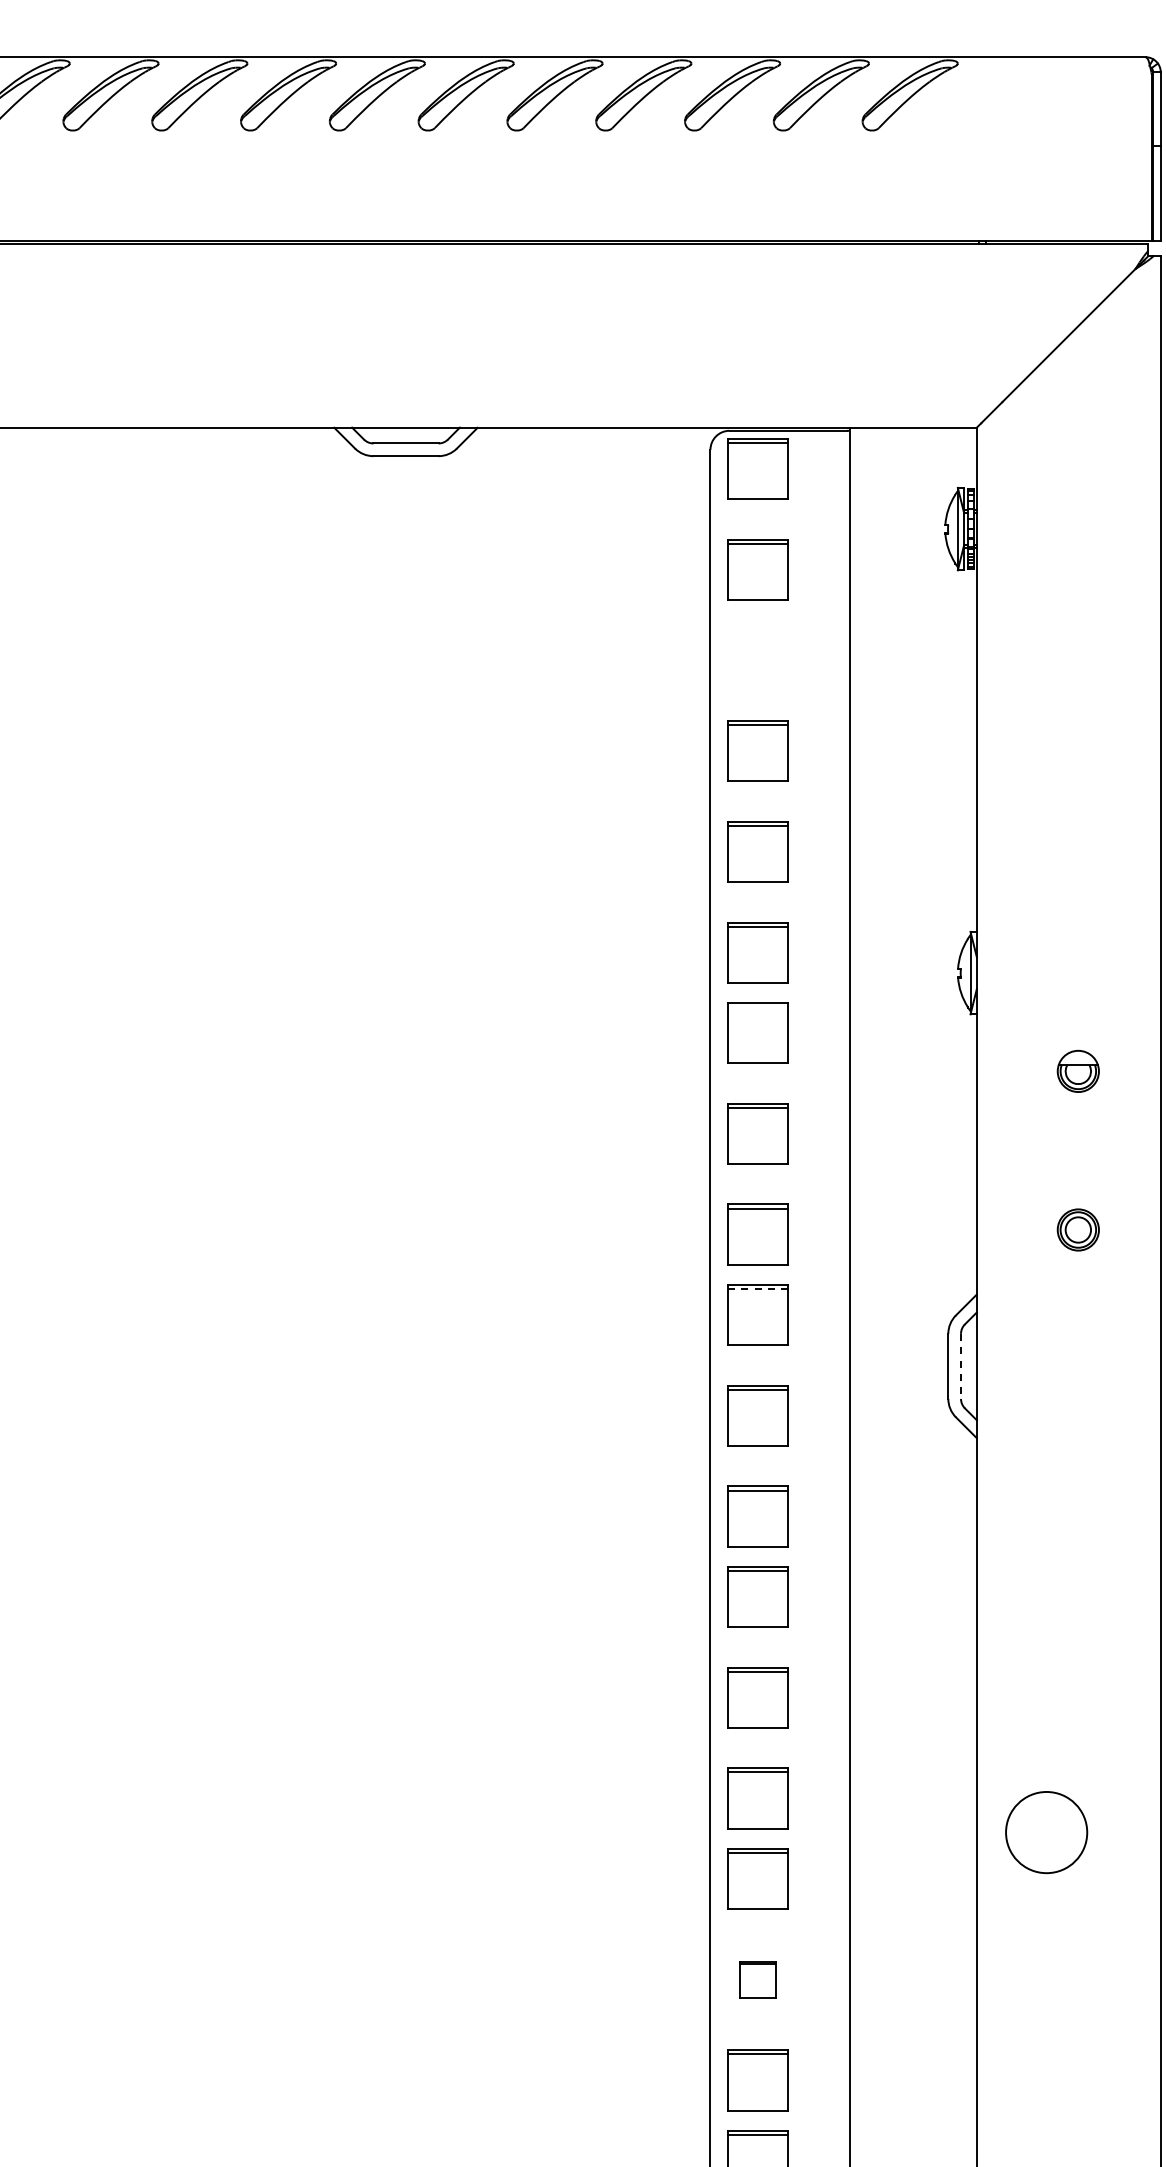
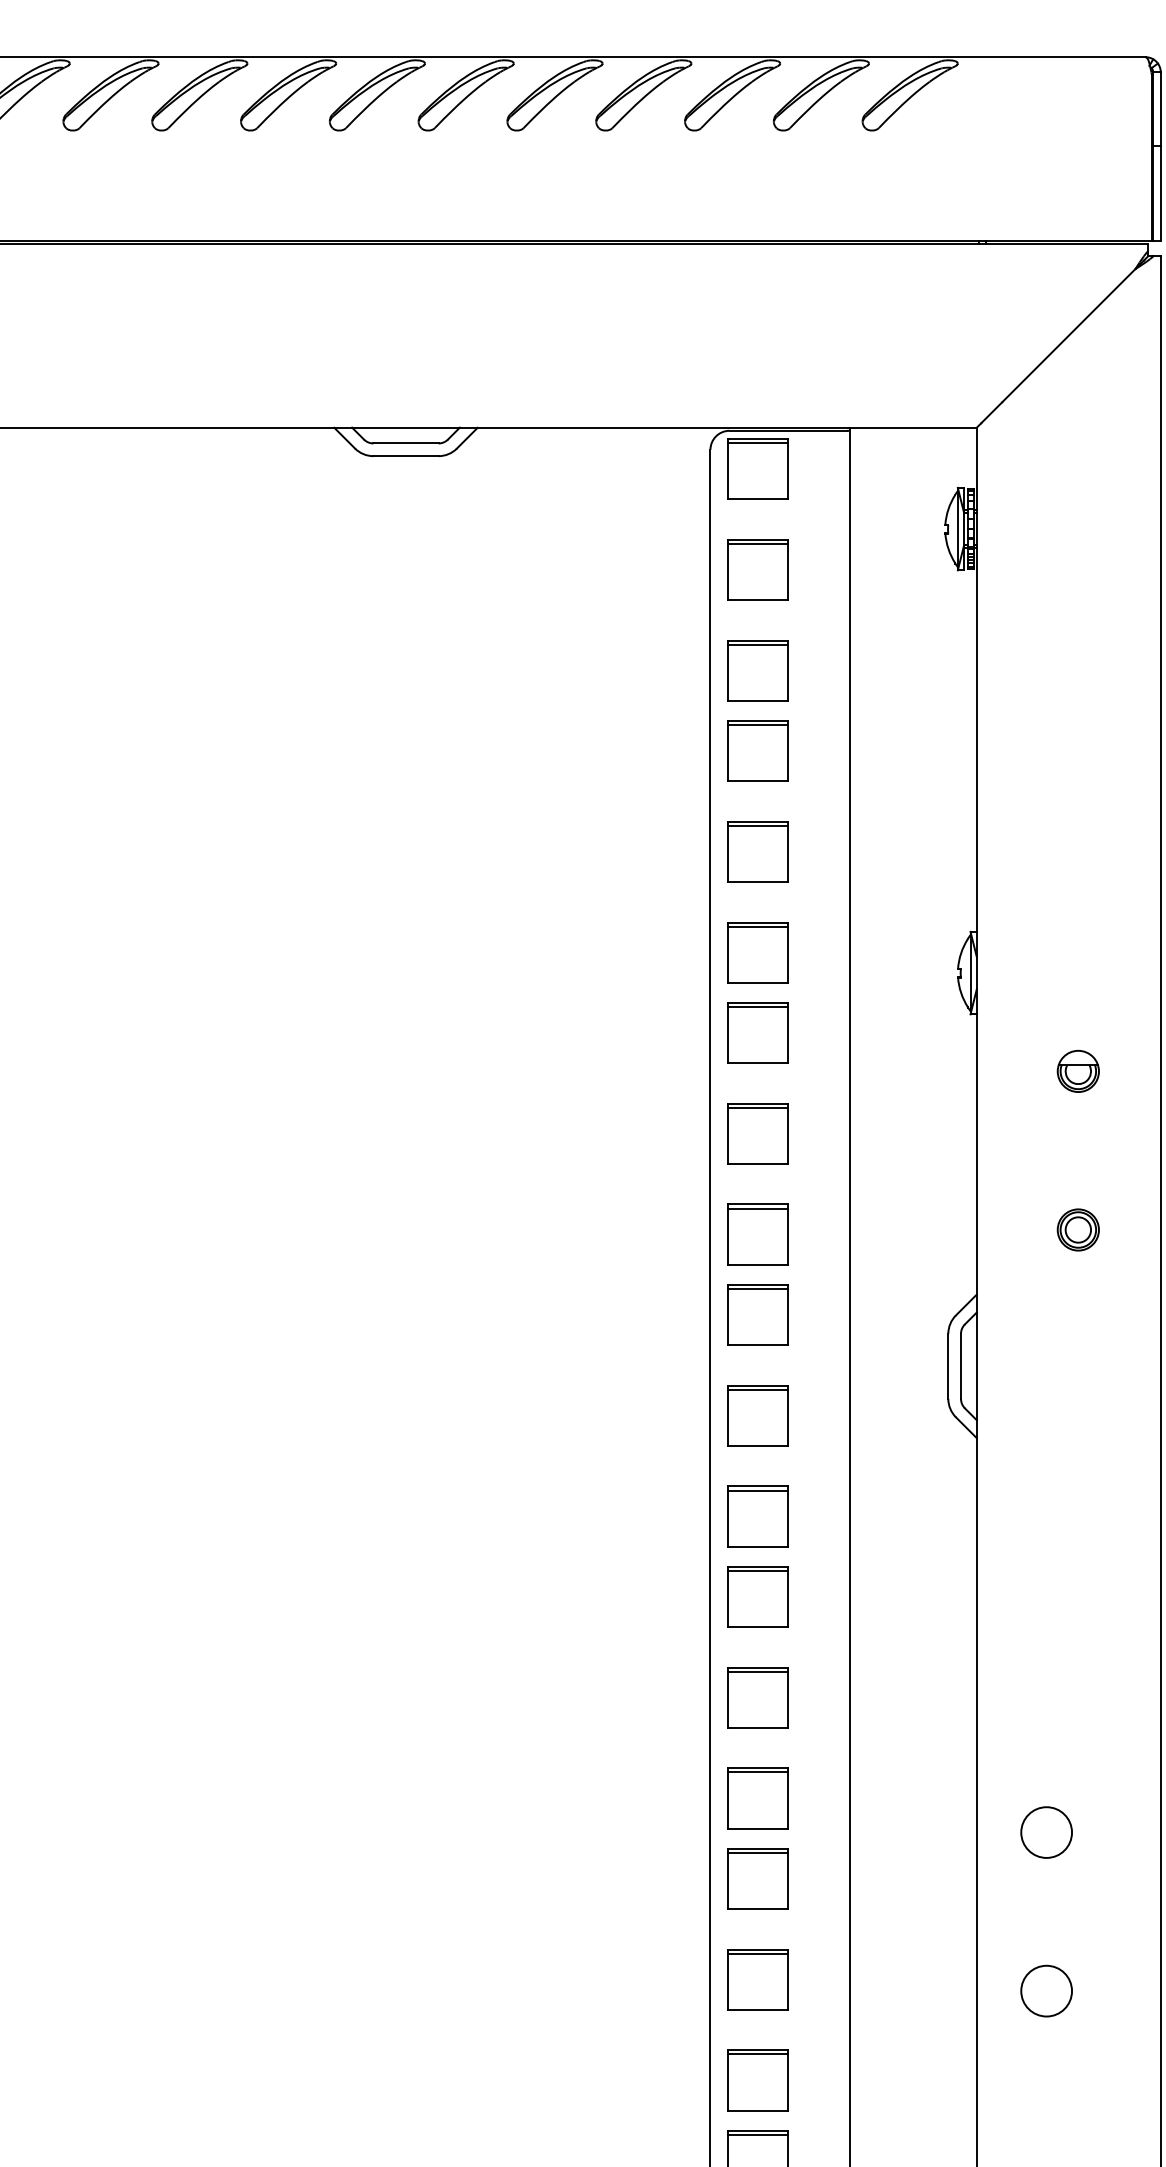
part at (757, 670): none -> present
line at (757, 1007): none -> present
line at (758, 1289): dashed -> solid
line at (961, 1366): dashed -> solid
circle at (1046, 1832) diameter: 81 px -> 51 px
part at (757, 1979) size: 38x38 px -> 62x62 px
circle at (1046, 1990): none -> present
